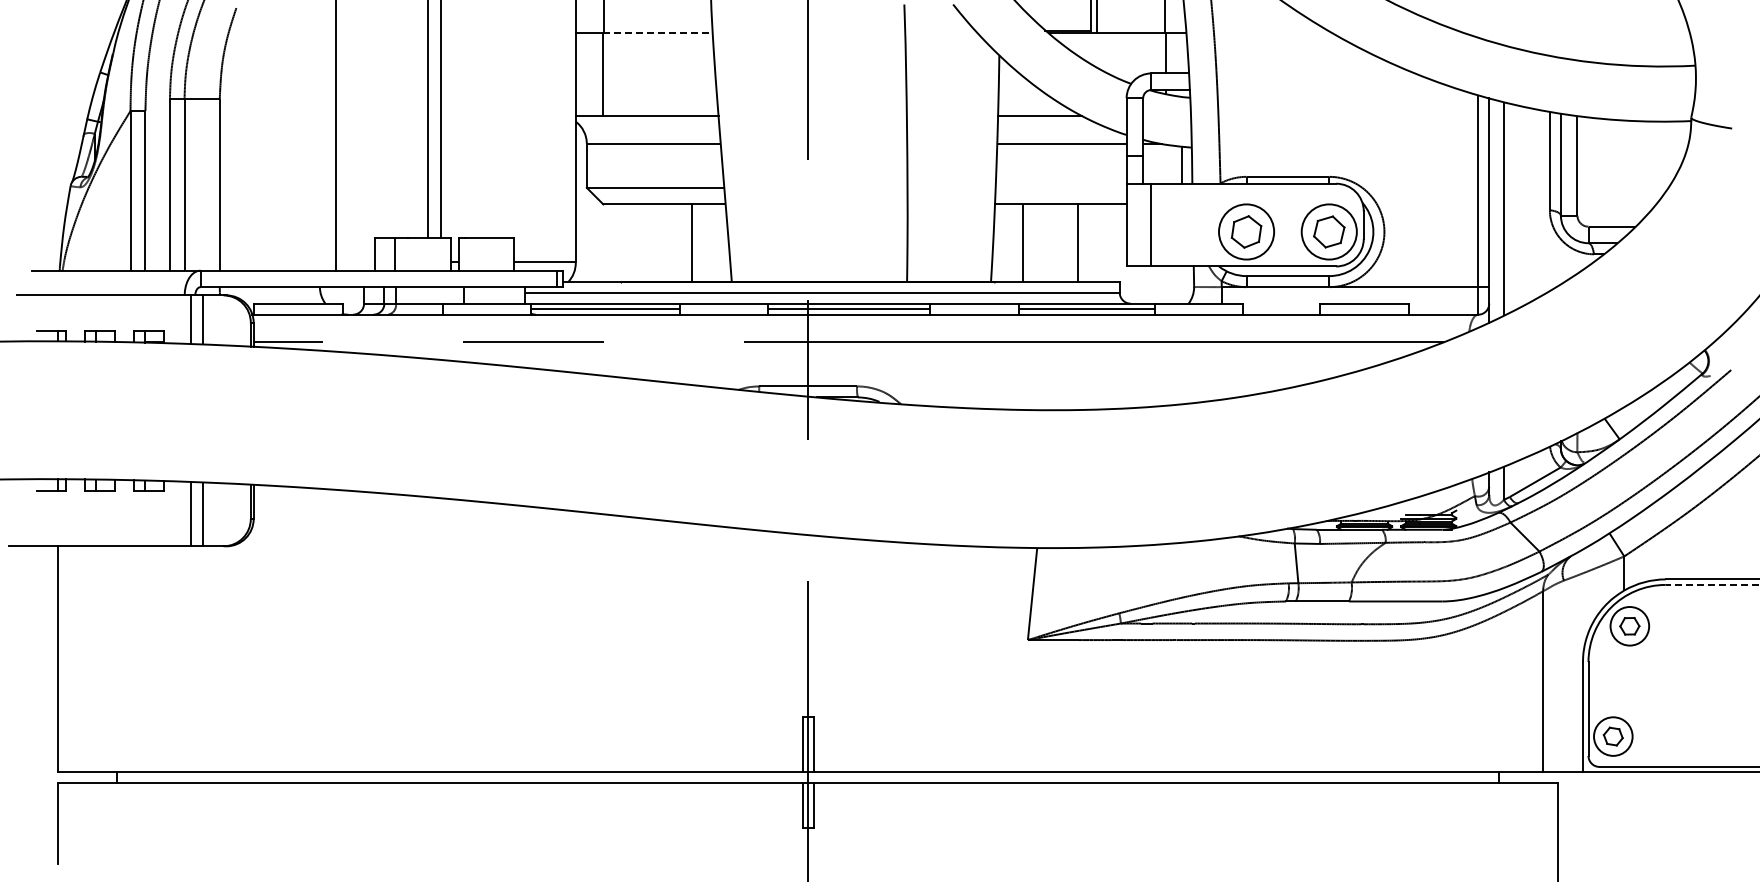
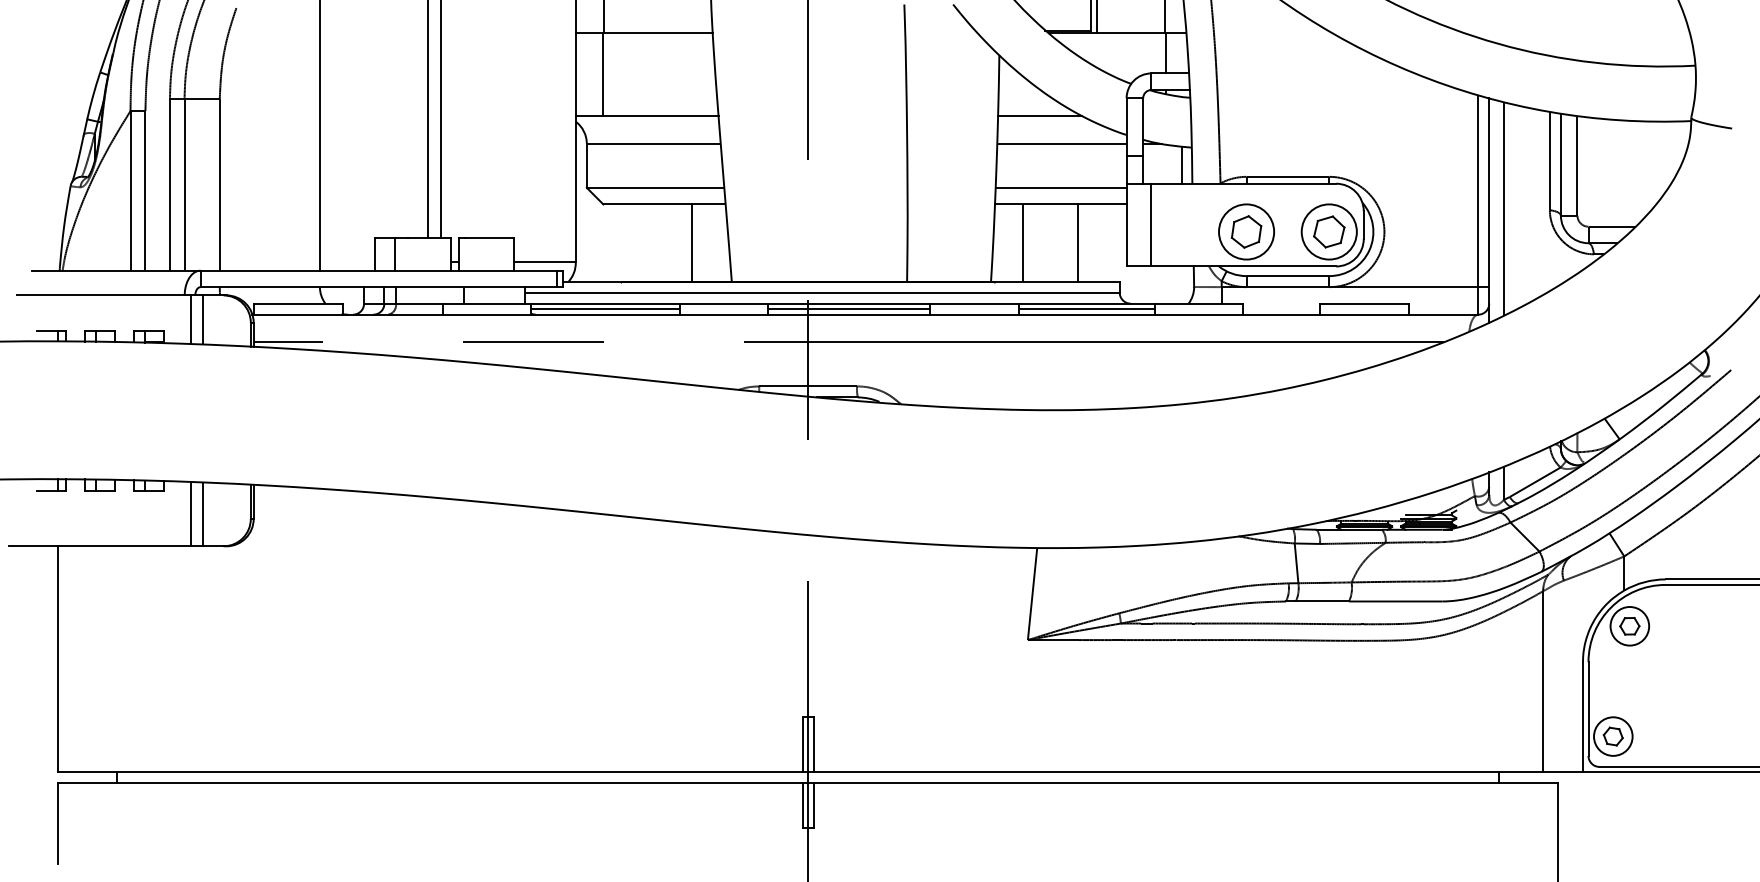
line at (658, 33): dashed -> solid
line at (335, 136) position: (335, 136) -> (319, 136)
line at (1061, 187): none -> present
line at (1712, 584): dashed -> solid
